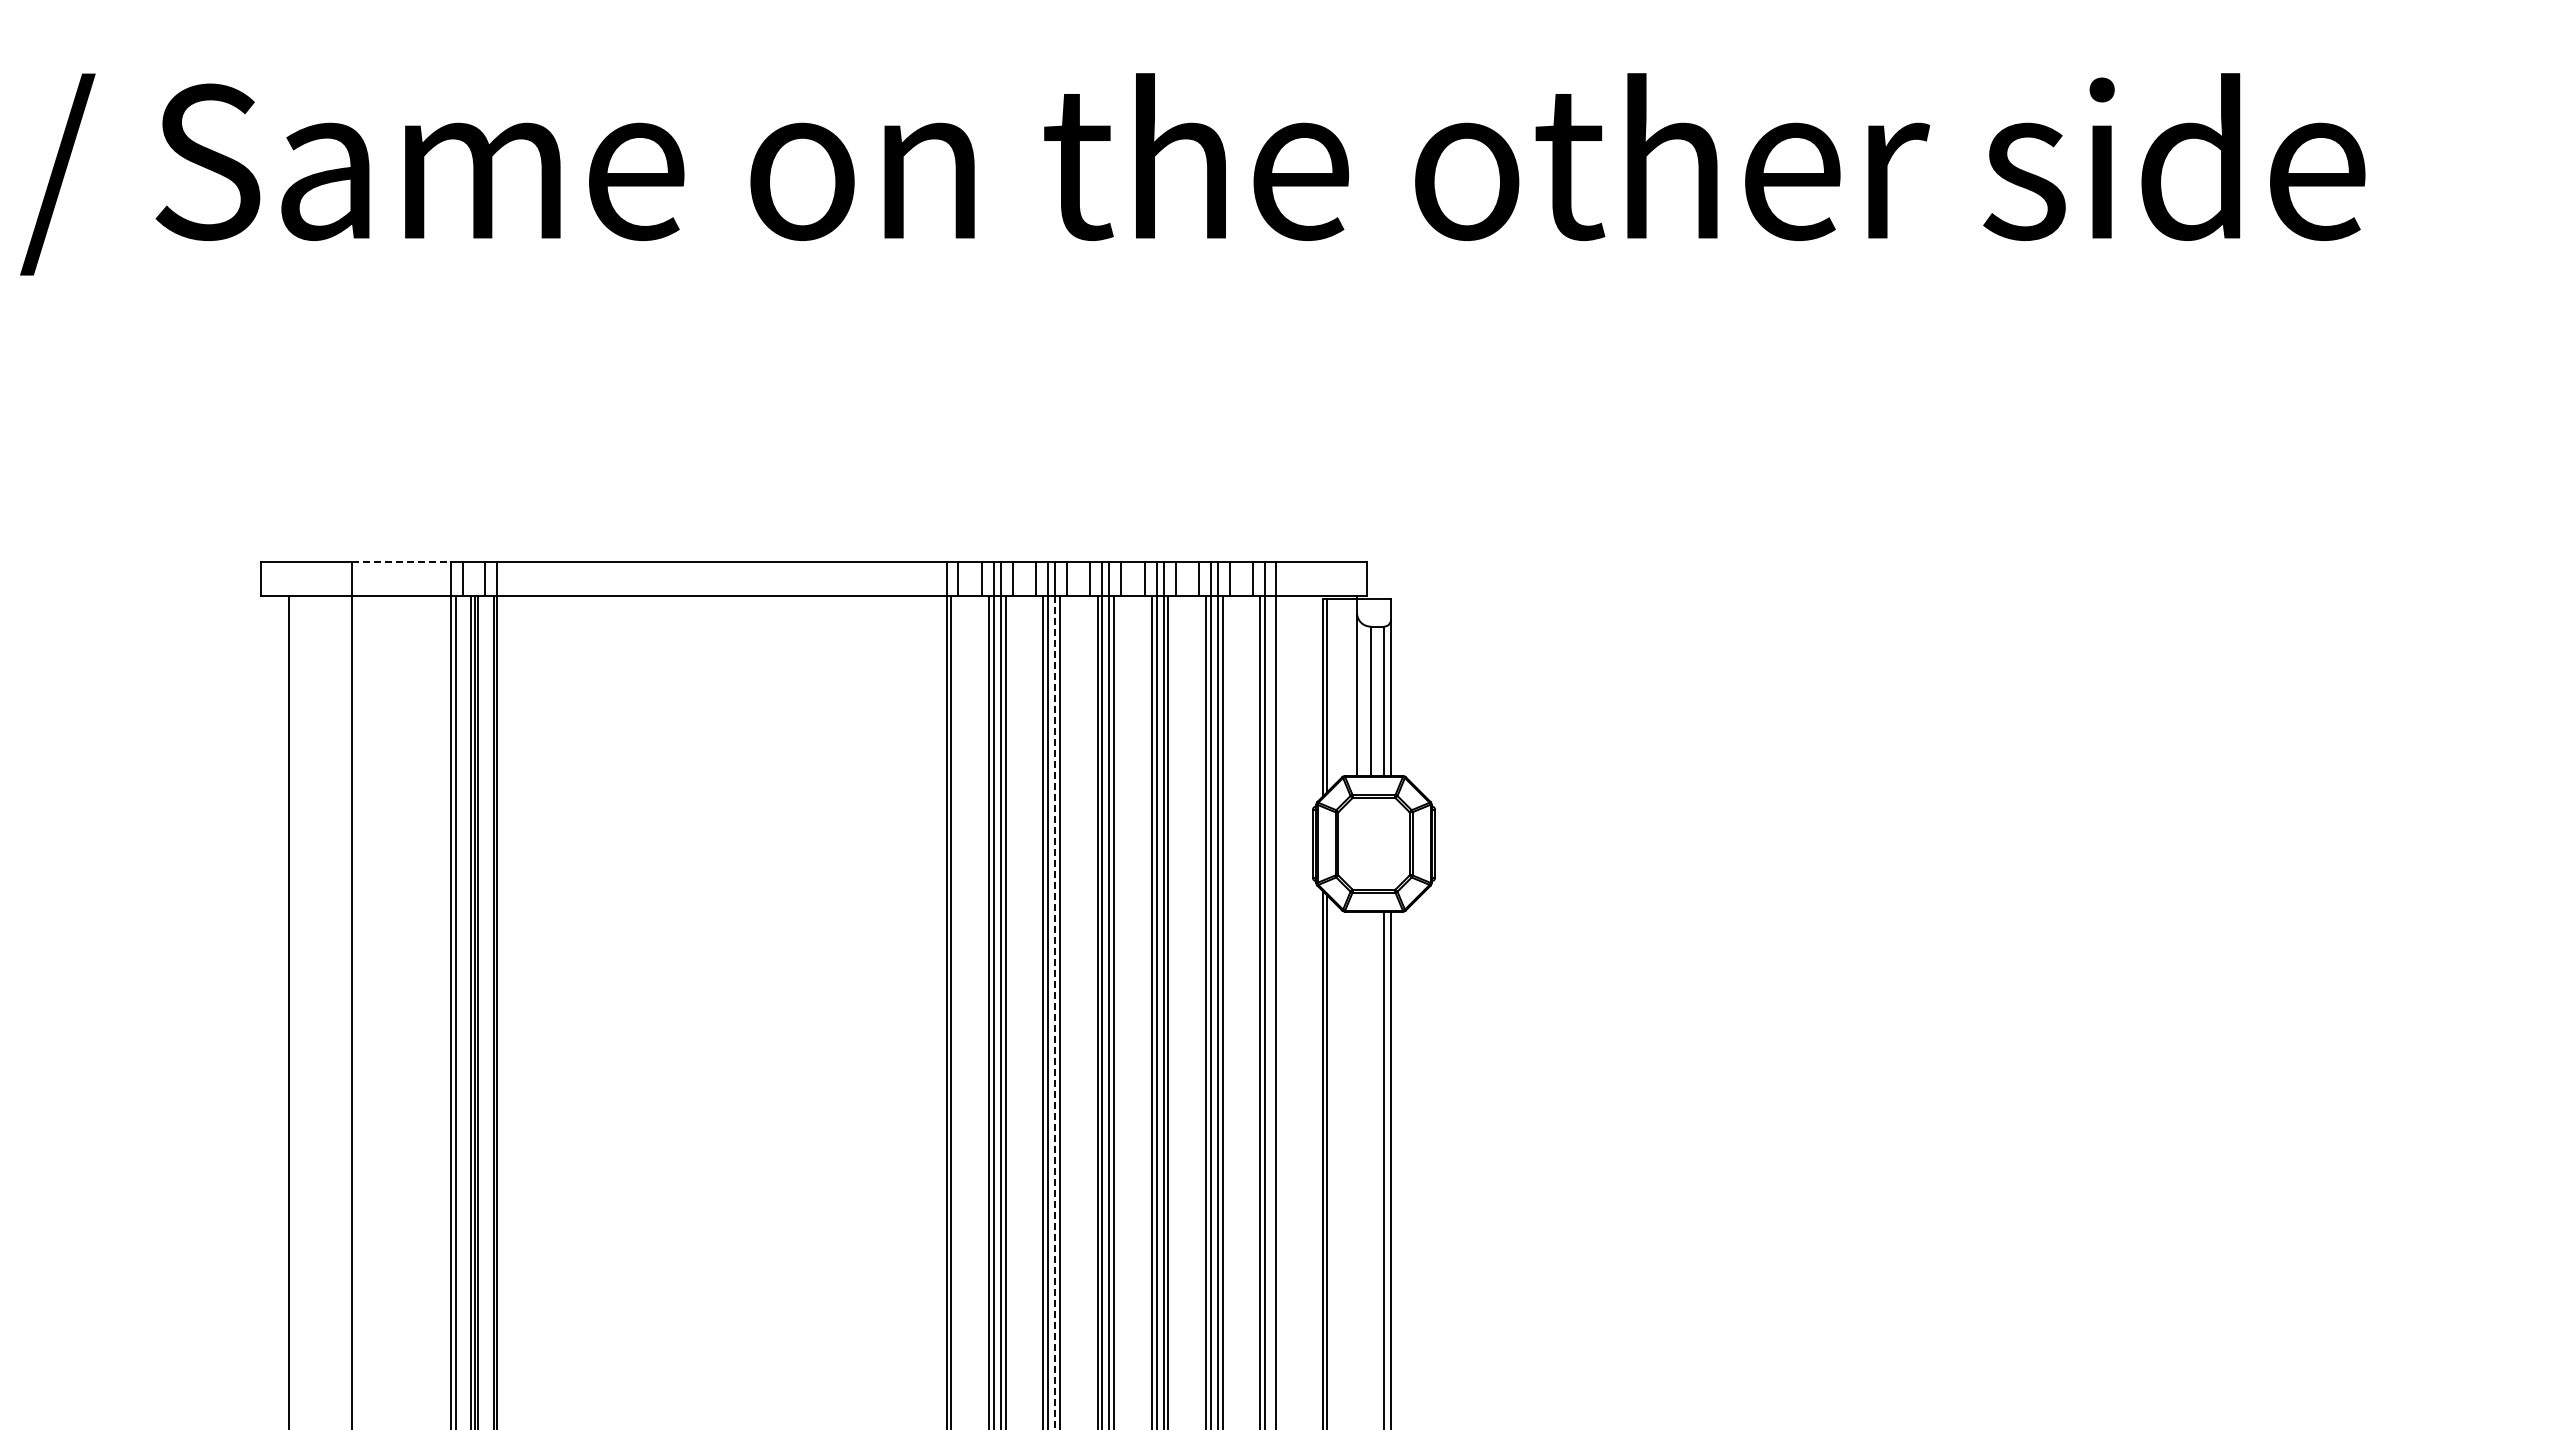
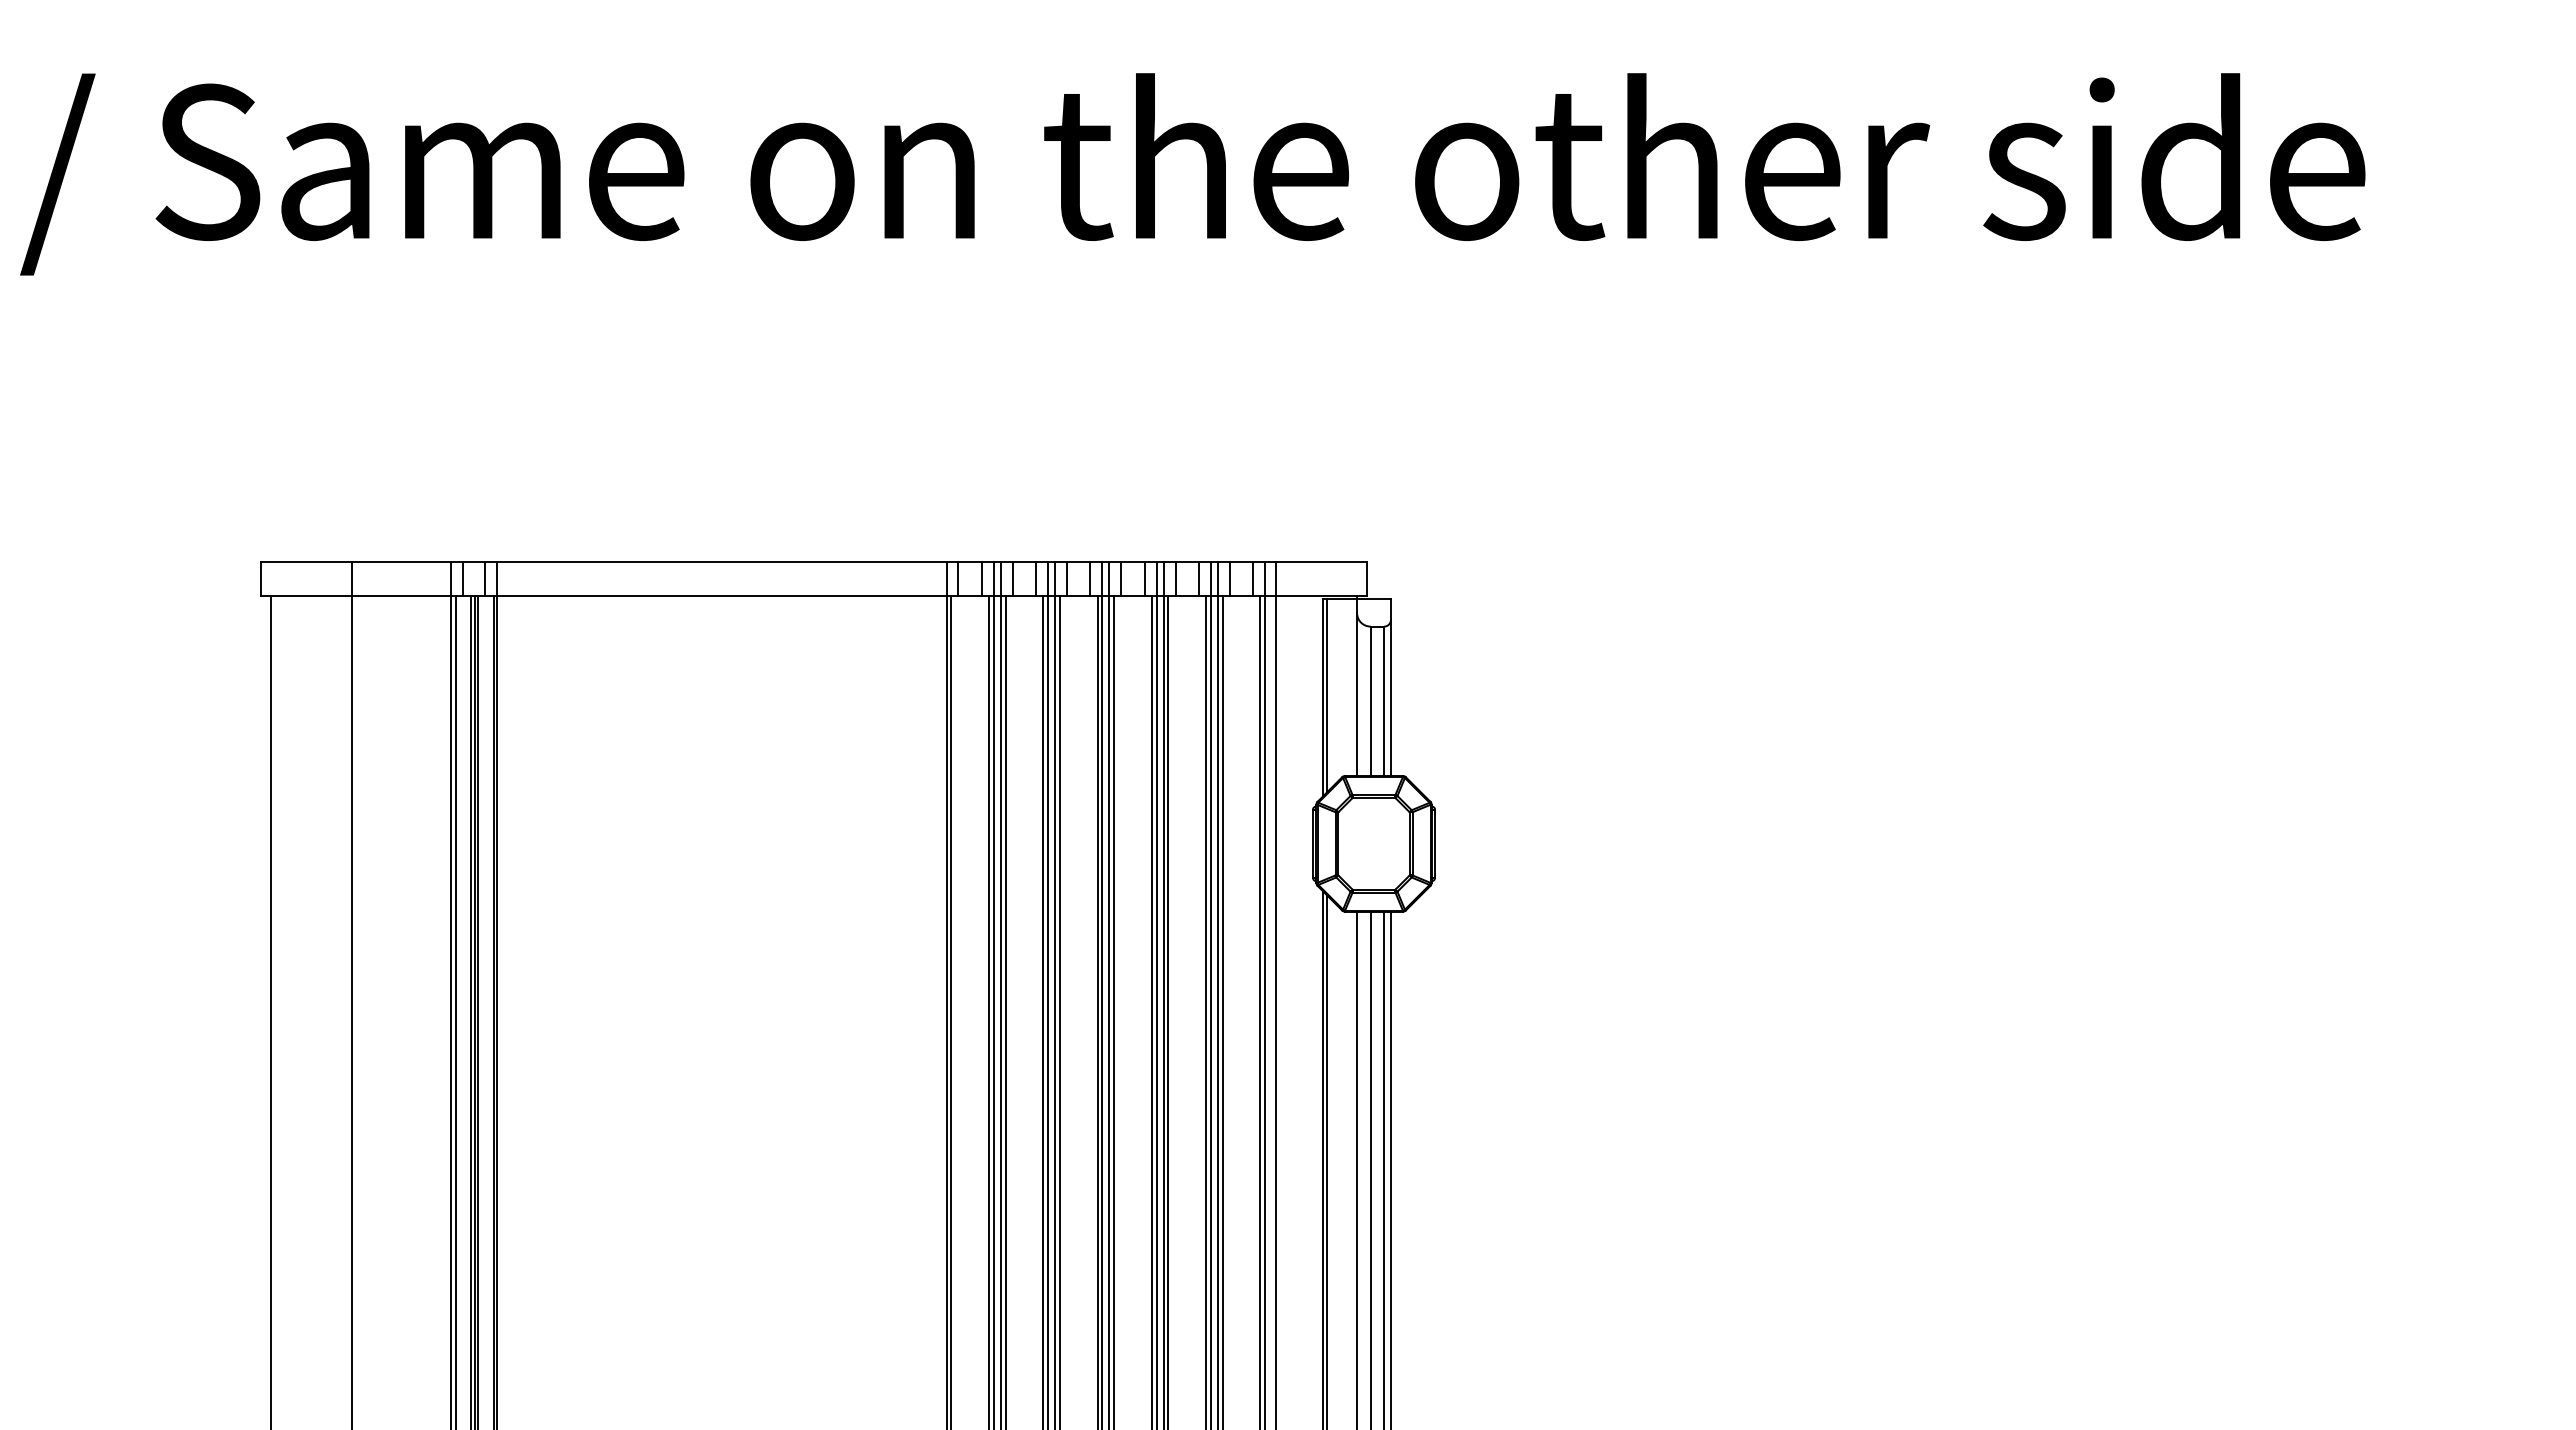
line at (402, 562): dashed -> solid
line at (288, 1011) position: (288, 1011) -> (270, 1011)
line at (1055, 1012): dashed -> solid
line at (1357, 1168): none -> present
line at (1370, 1168): none -> present
